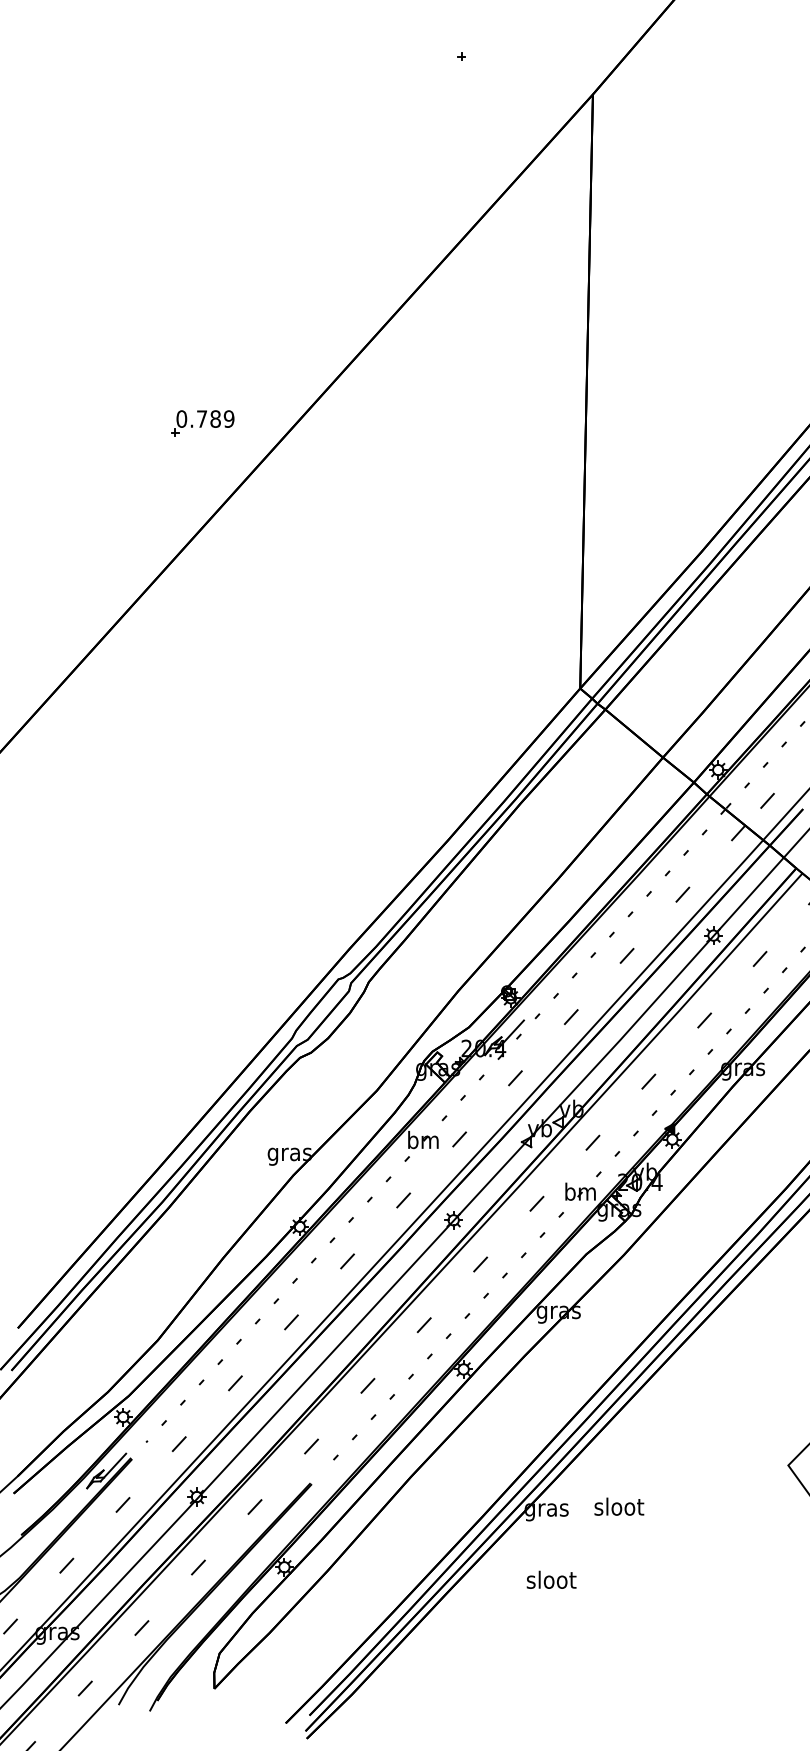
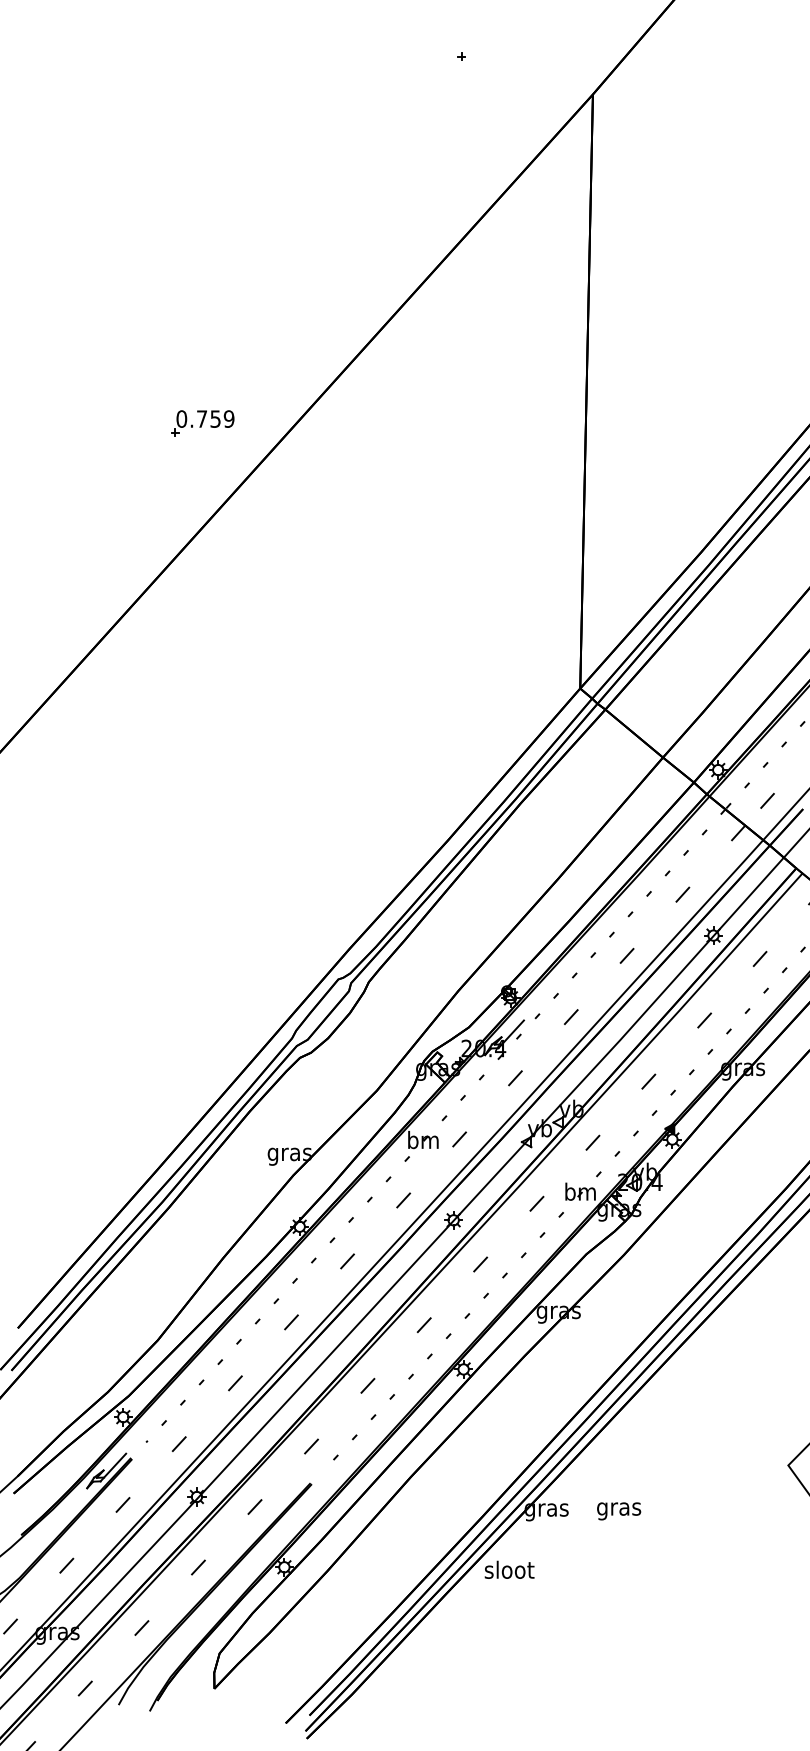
text at (215, 418): 0.789 -> 0.759
text at (619, 1508): sloot -> gras
text at (551, 1579) position: (551, 1579) -> (509, 1569)
